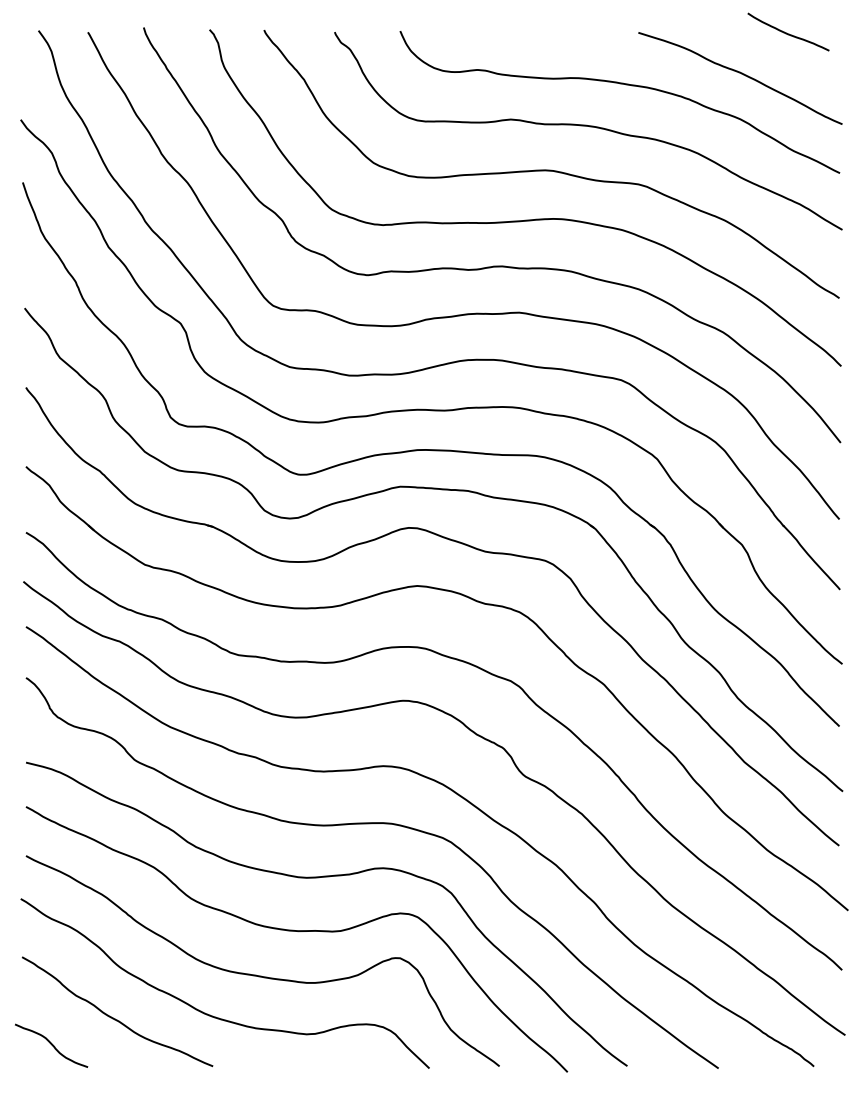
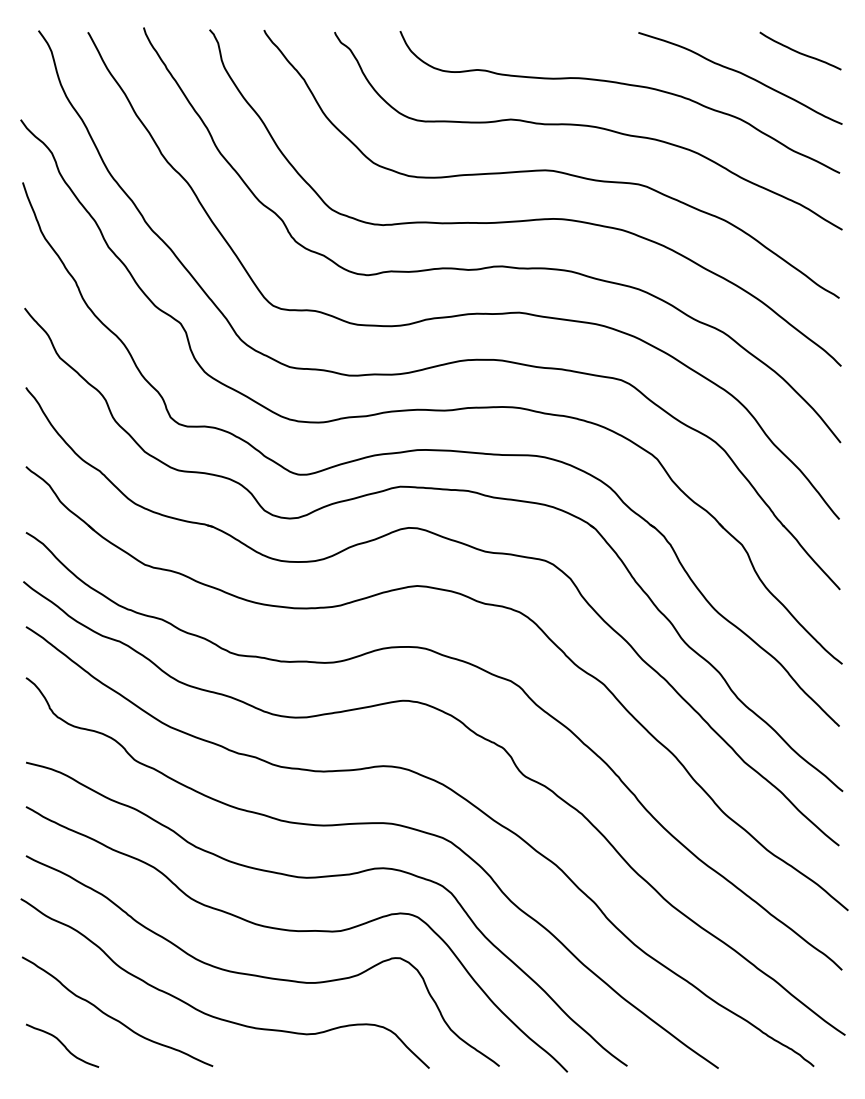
curve at (788, 33) position: (788, 33) -> (800, 52)
curve at (51, 1045) position: (51, 1045) -> (62, 1045)
